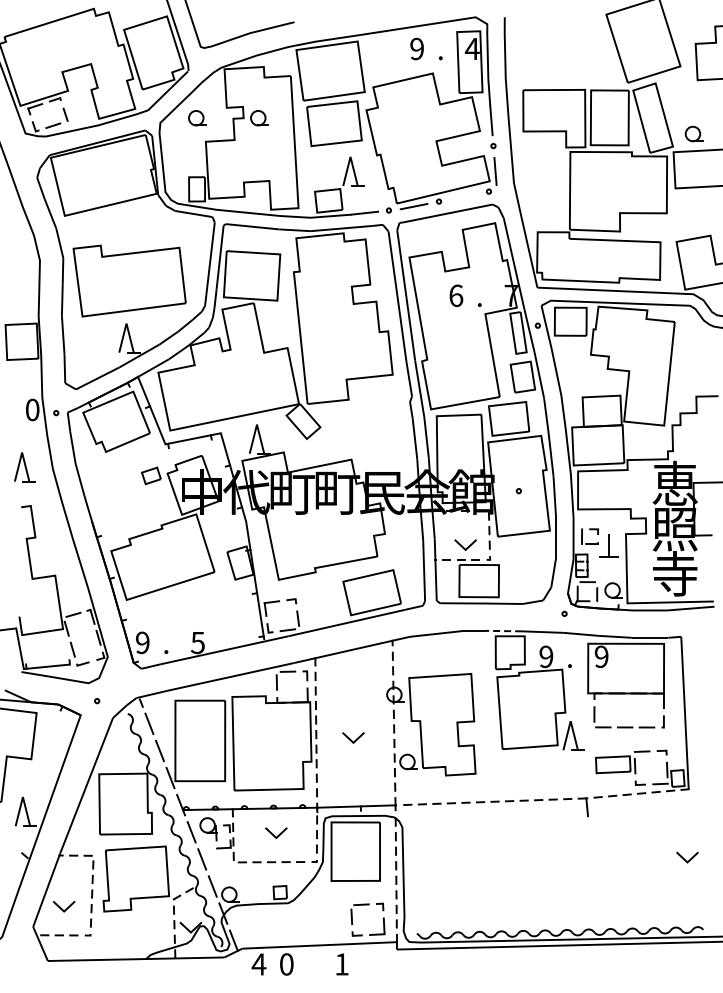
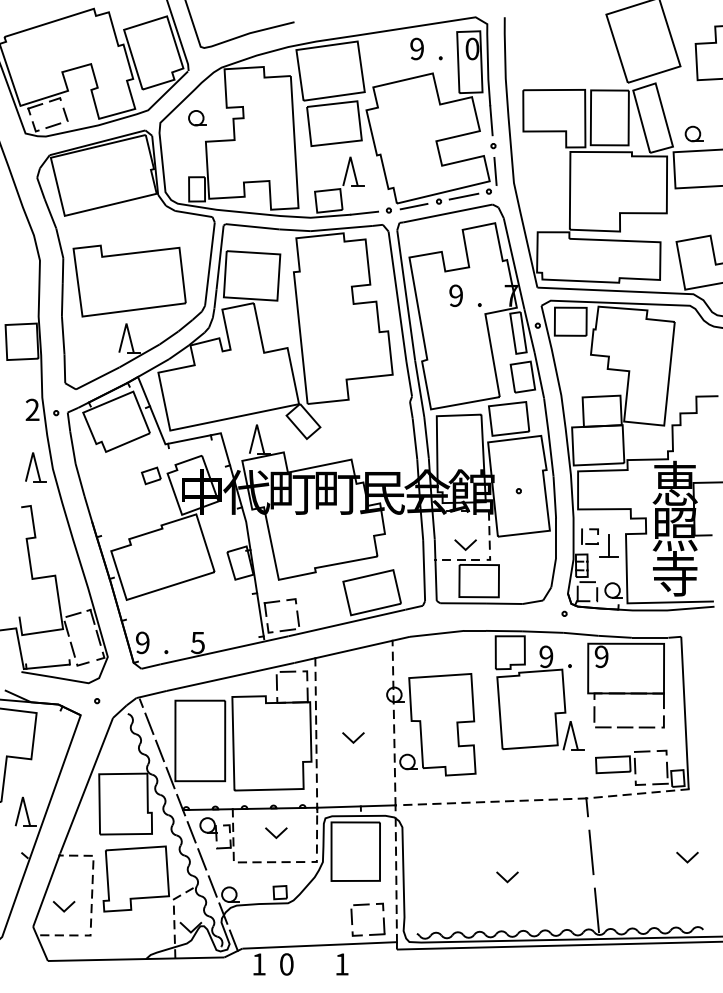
text at (471, 48): 4 -> 0
part at (259, 118): present -> none
line at (463, 196): none -> present
text at (456, 295): 6 -> 9
text at (32, 409): 0 -> 2
part at (24, 467) position: (24, 467) -> (35, 467)
line at (503, 631): dashed -> solid
line at (591, 852): none -> present
line at (506, 879): none -> present
line at (596, 910): none -> present
text at (258, 964): 4 -> 1
